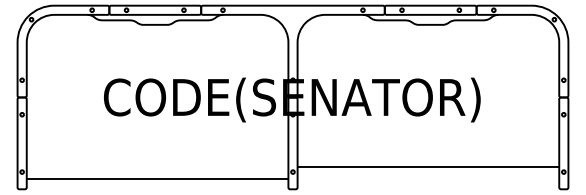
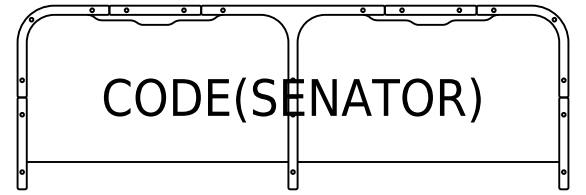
line at (428, 166) position: (428, 166) -> (428, 161)
line at (157, 178) position: (157, 178) -> (157, 161)
